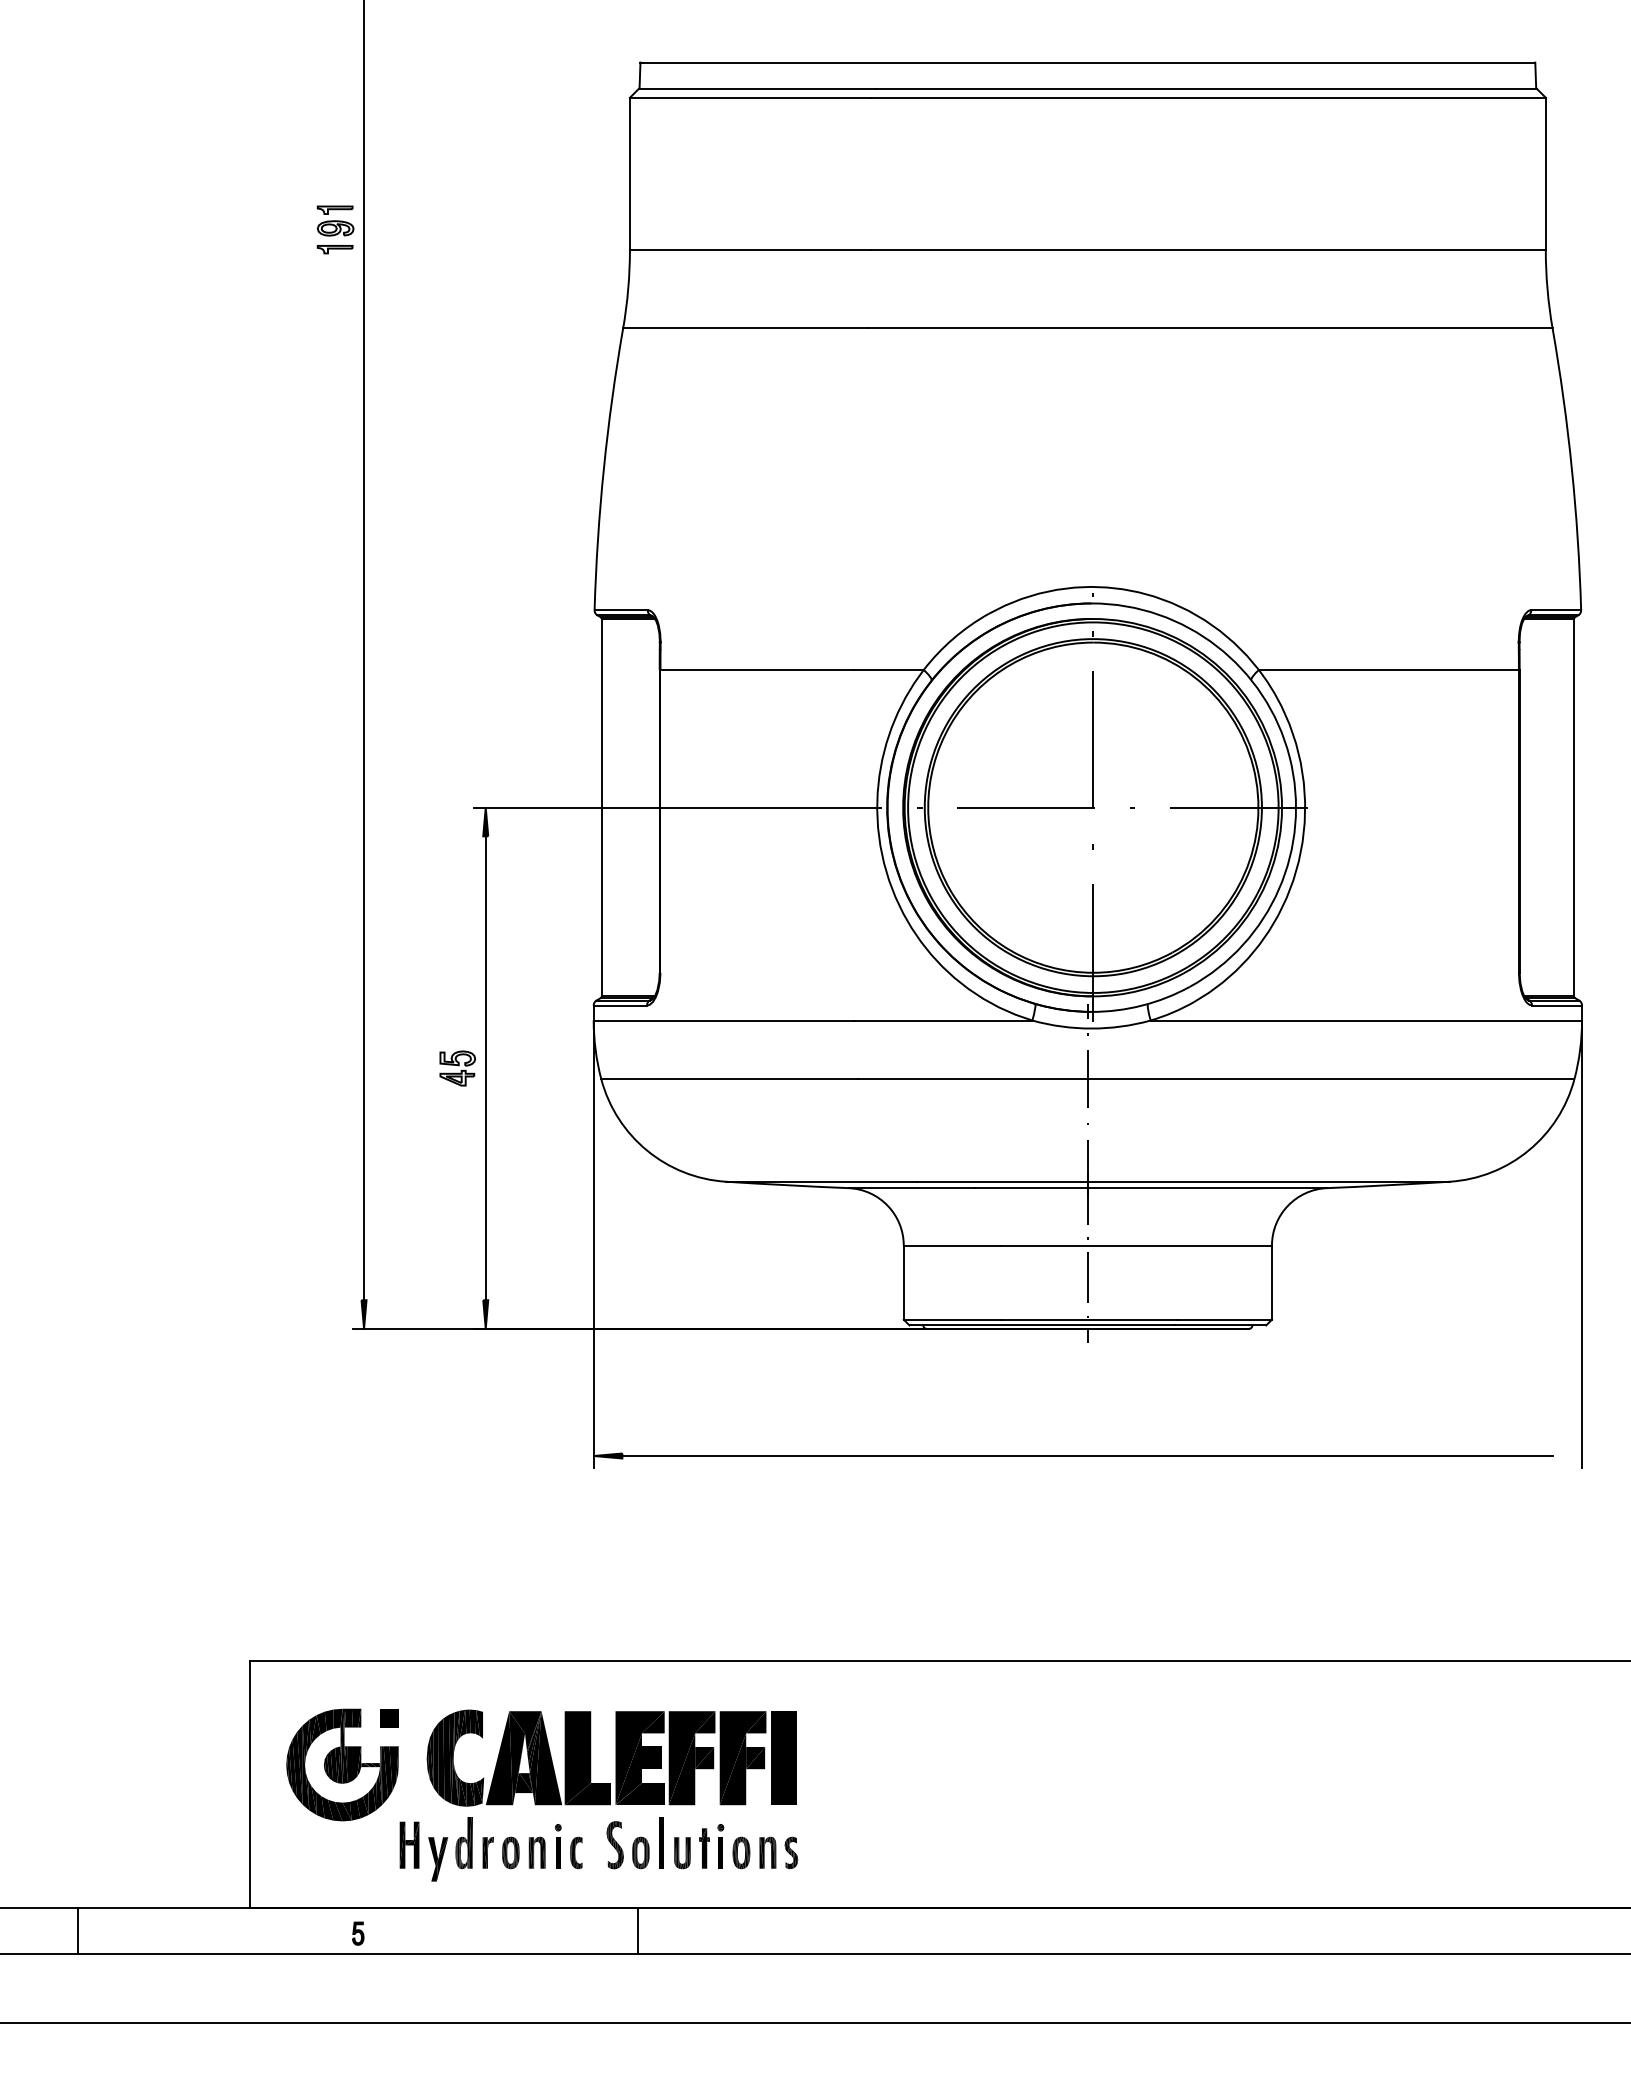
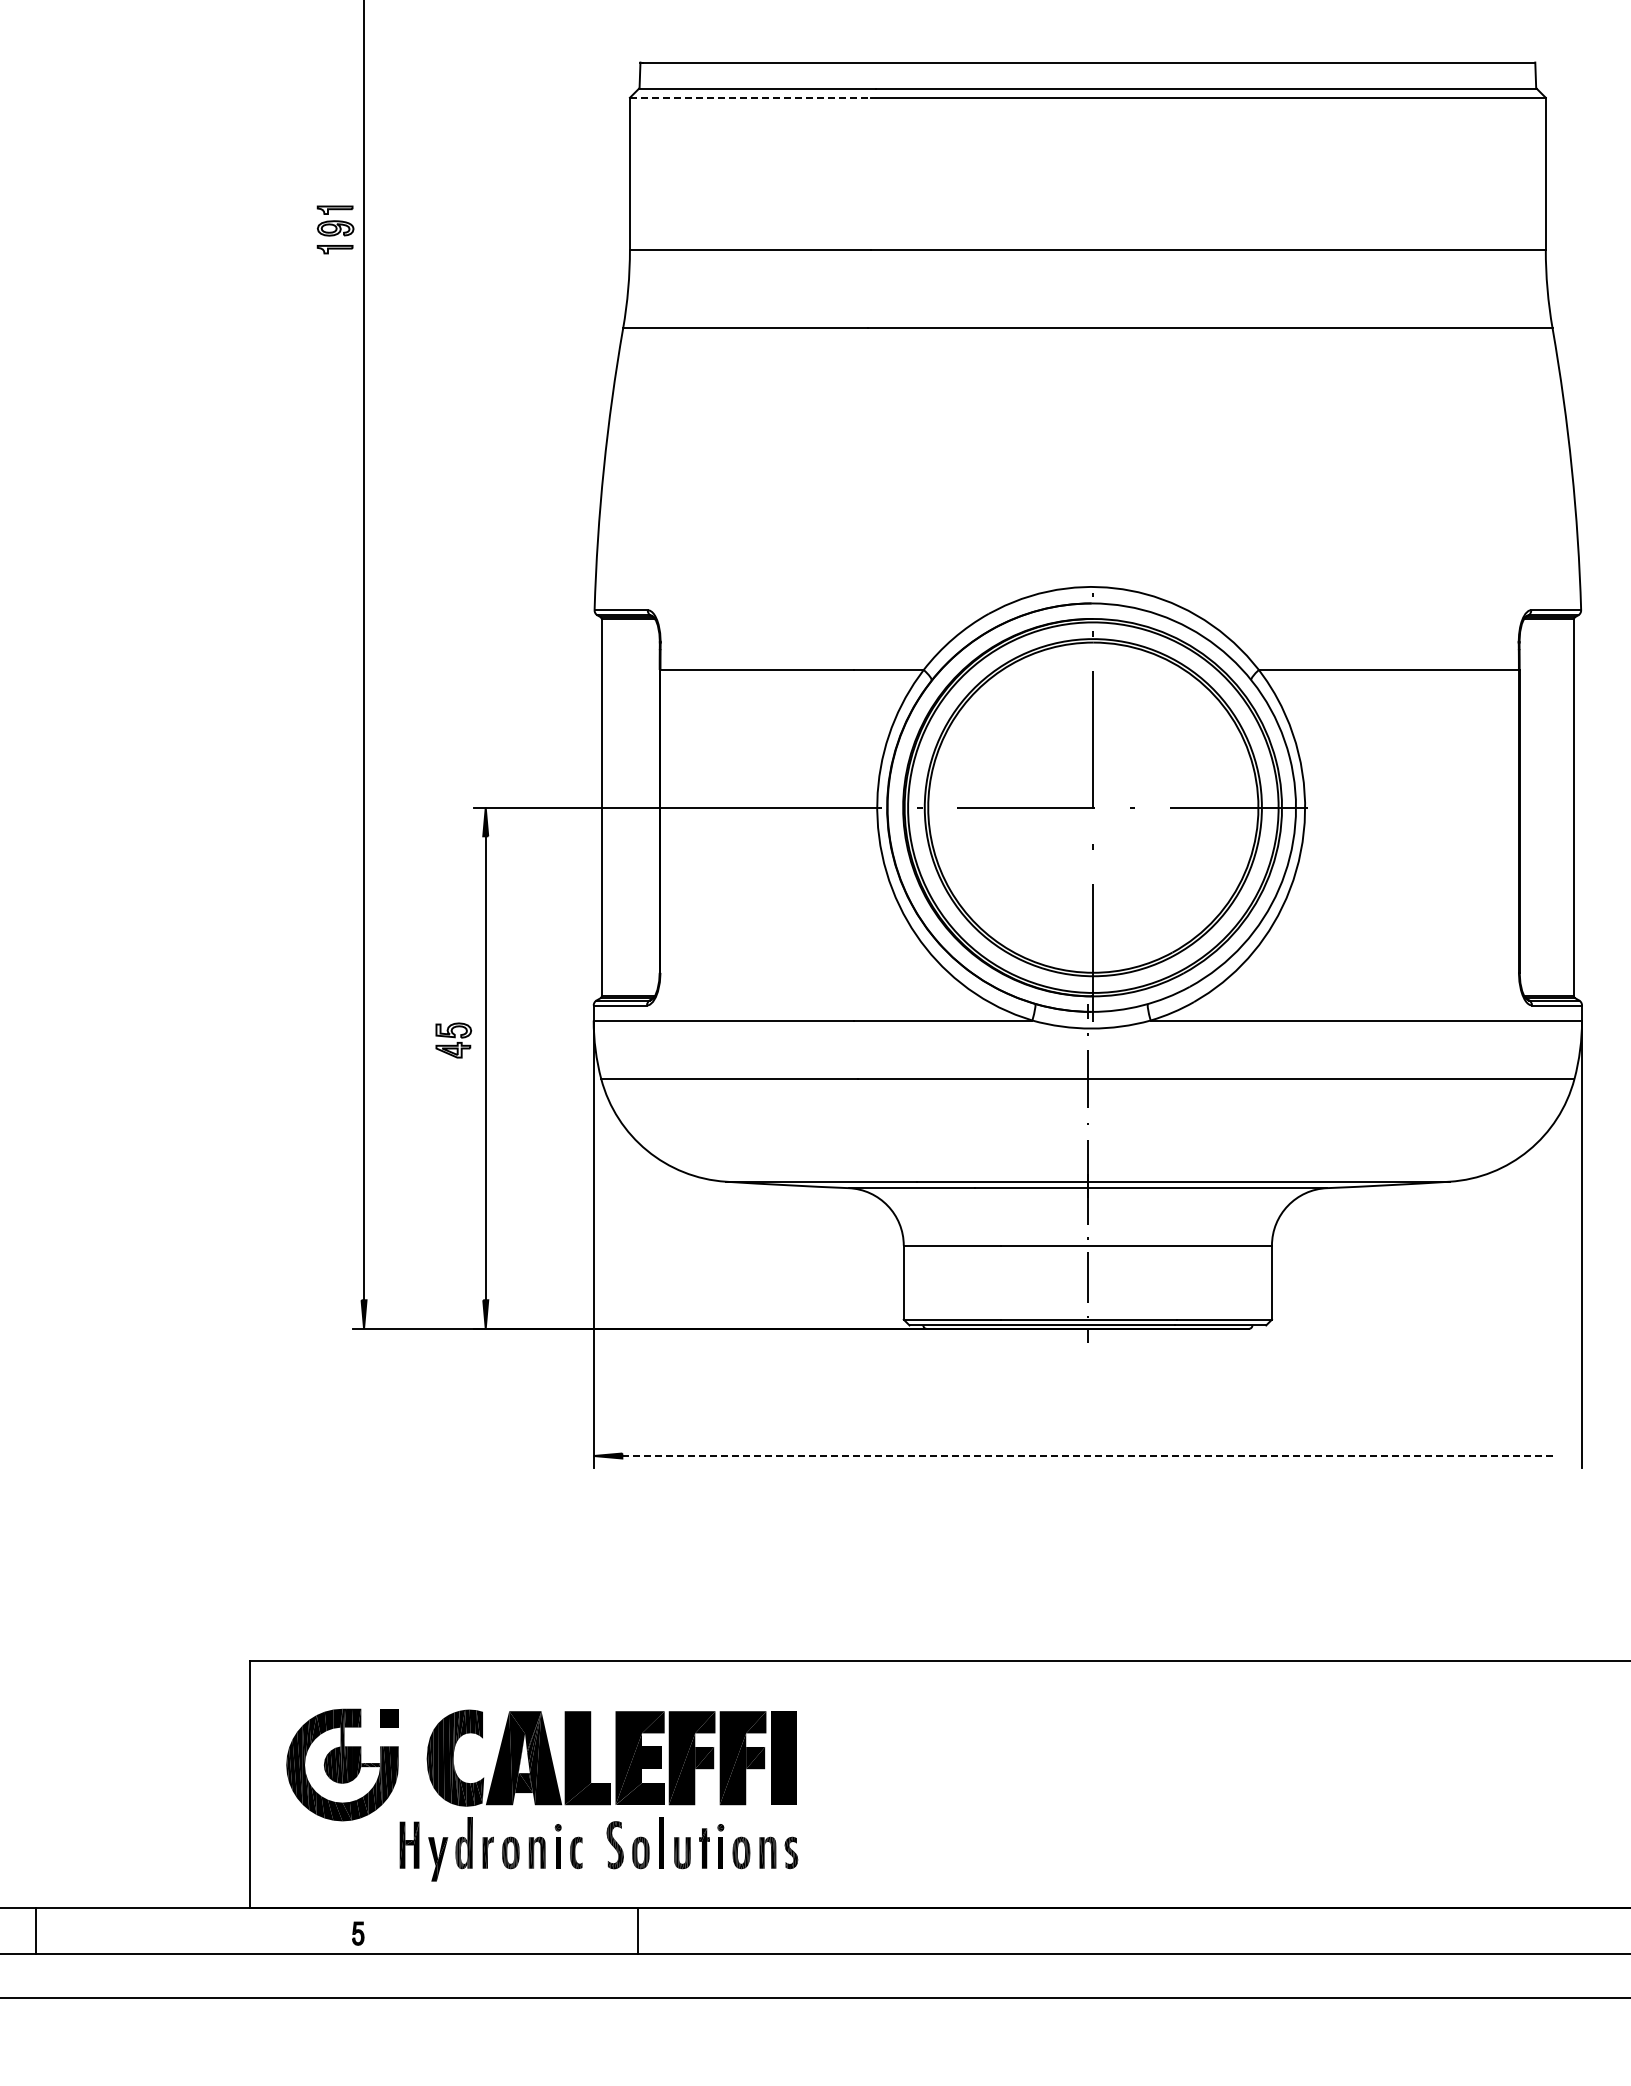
line at (750, 97): solid -> dashed
part at (457, 1068) position: (457, 1068) -> (453, 1040)
line at (1087, 1456): solid -> dashed
line at (77, 1931) position: (77, 1931) -> (35, 1931)
line at (814, 2023) position: (814, 2023) -> (814, 1998)
